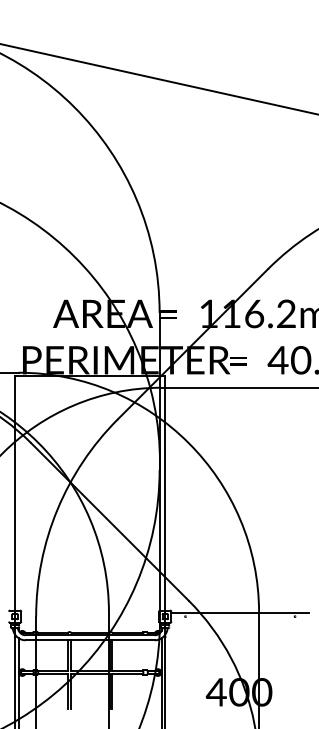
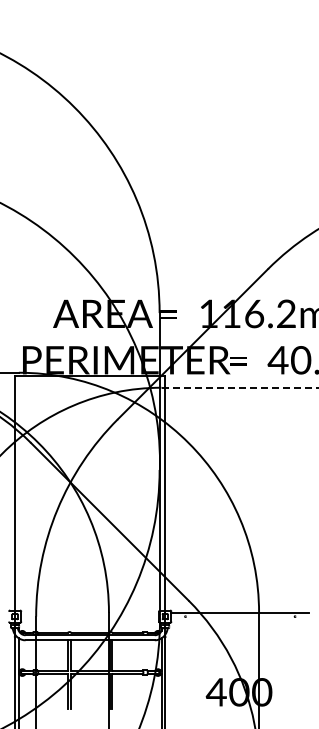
line at (158, 78): present -> none
line at (240, 387): solid -> dashed
